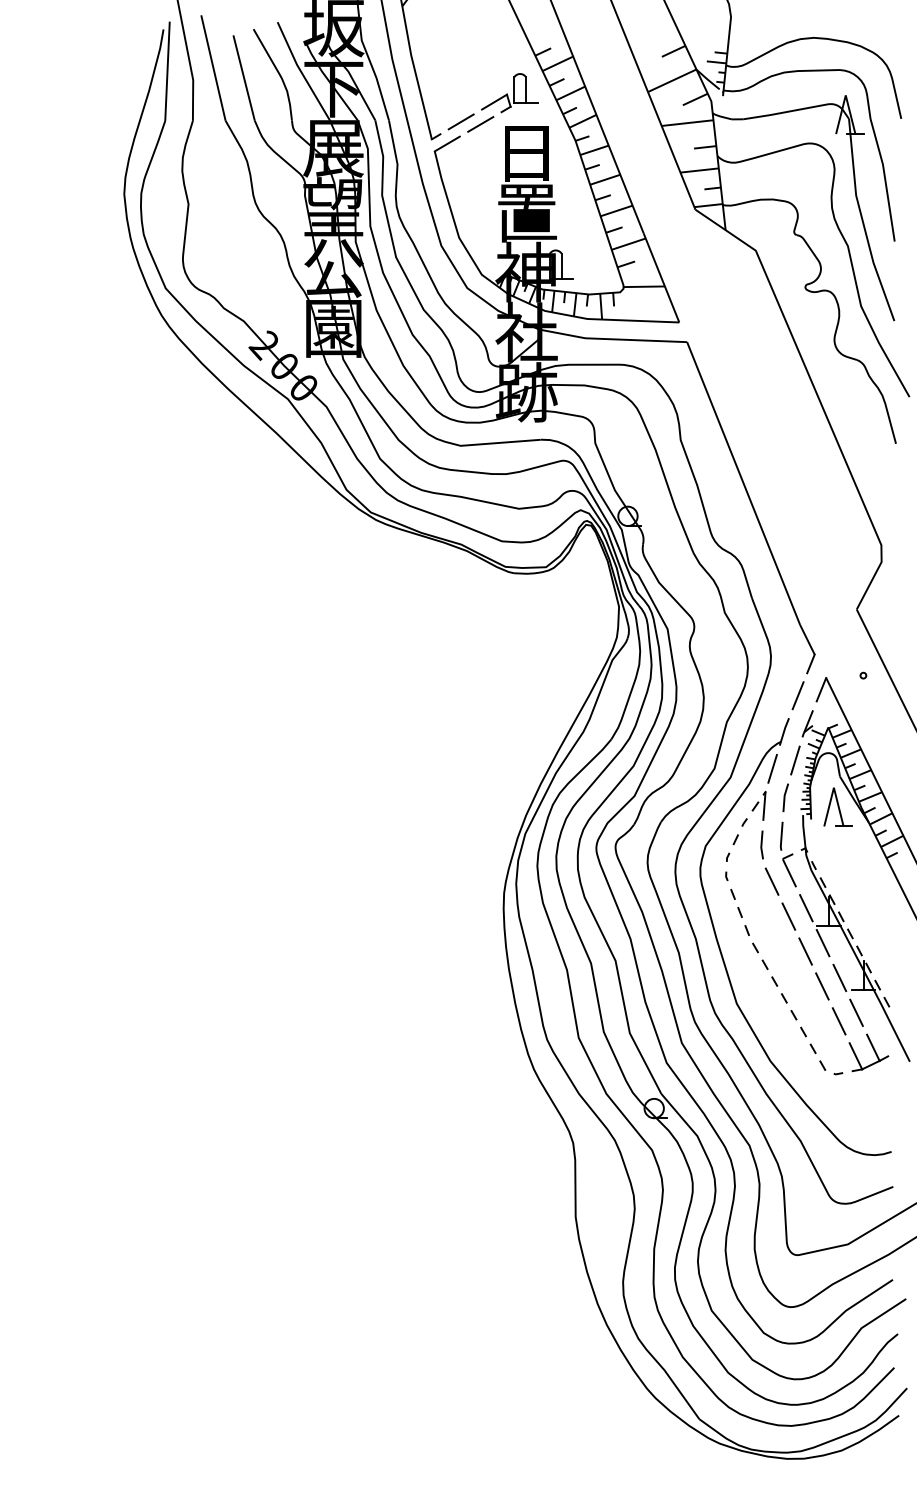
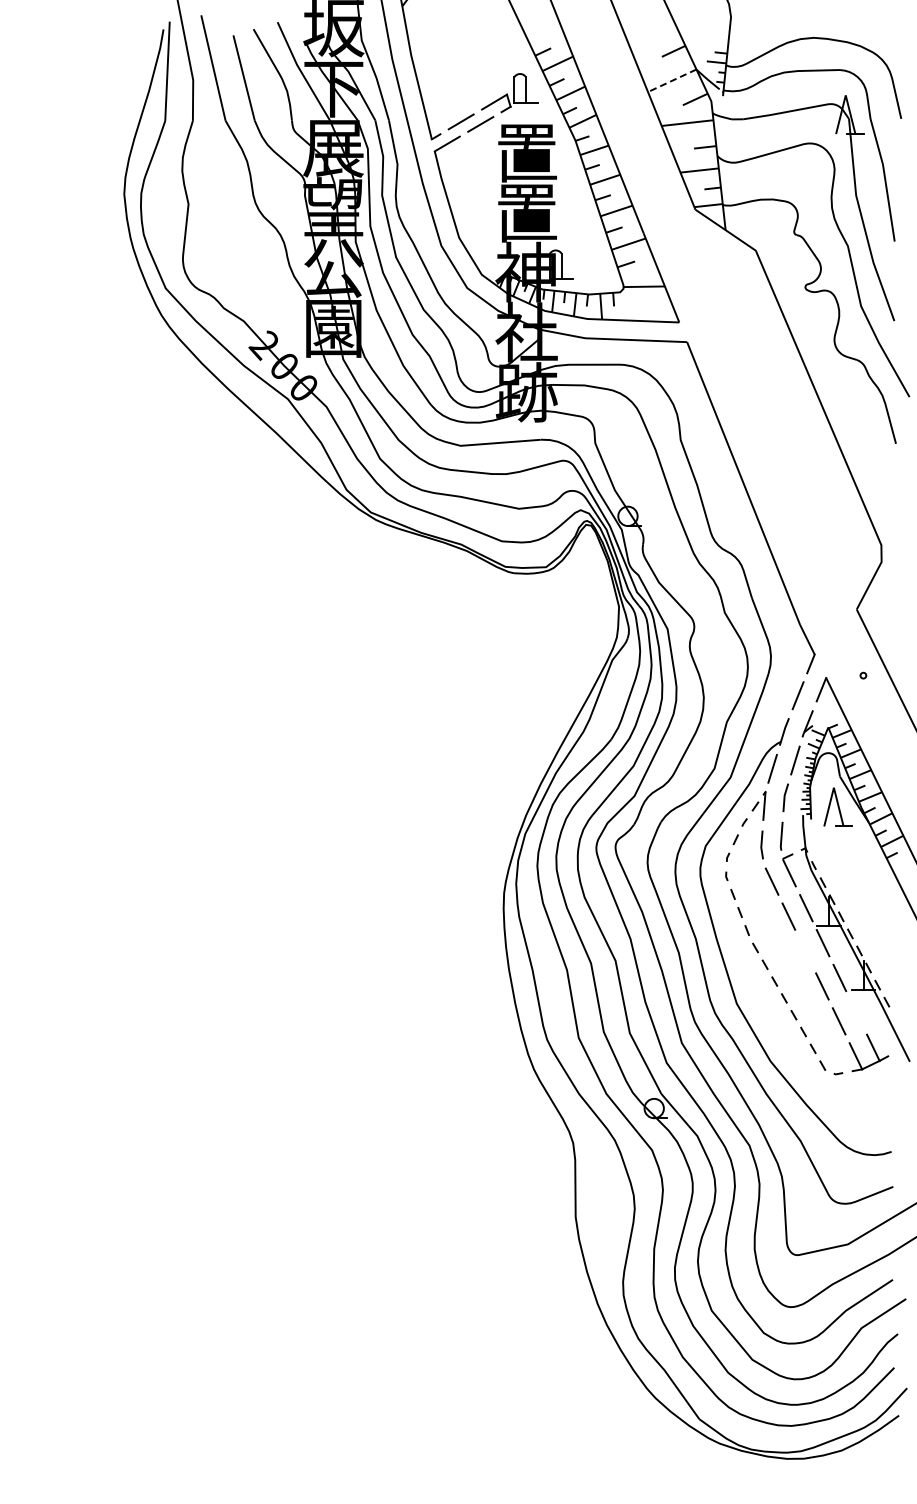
line at (672, 80): solid -> dashed
text at (527, 153): 日 -> 置
line at (805, 951): present -> none
line at (856, 1012): present -> none
